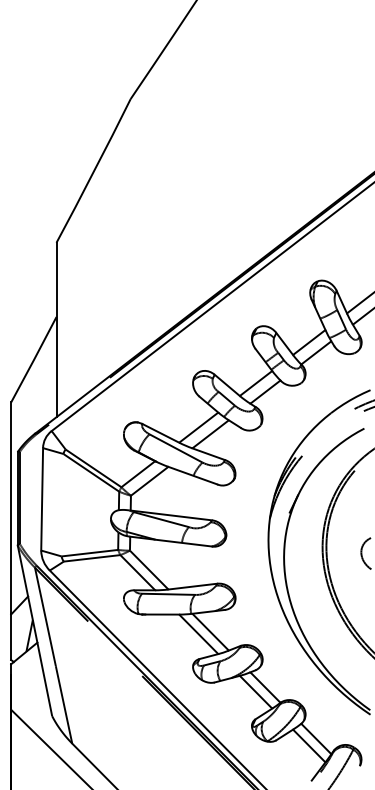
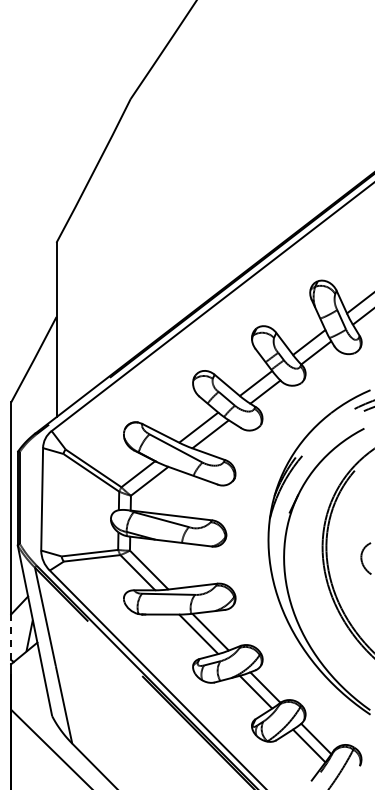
curve at (362, 553) position: (362, 553) -> (362, 558)
line at (11, 637): solid -> dashed
